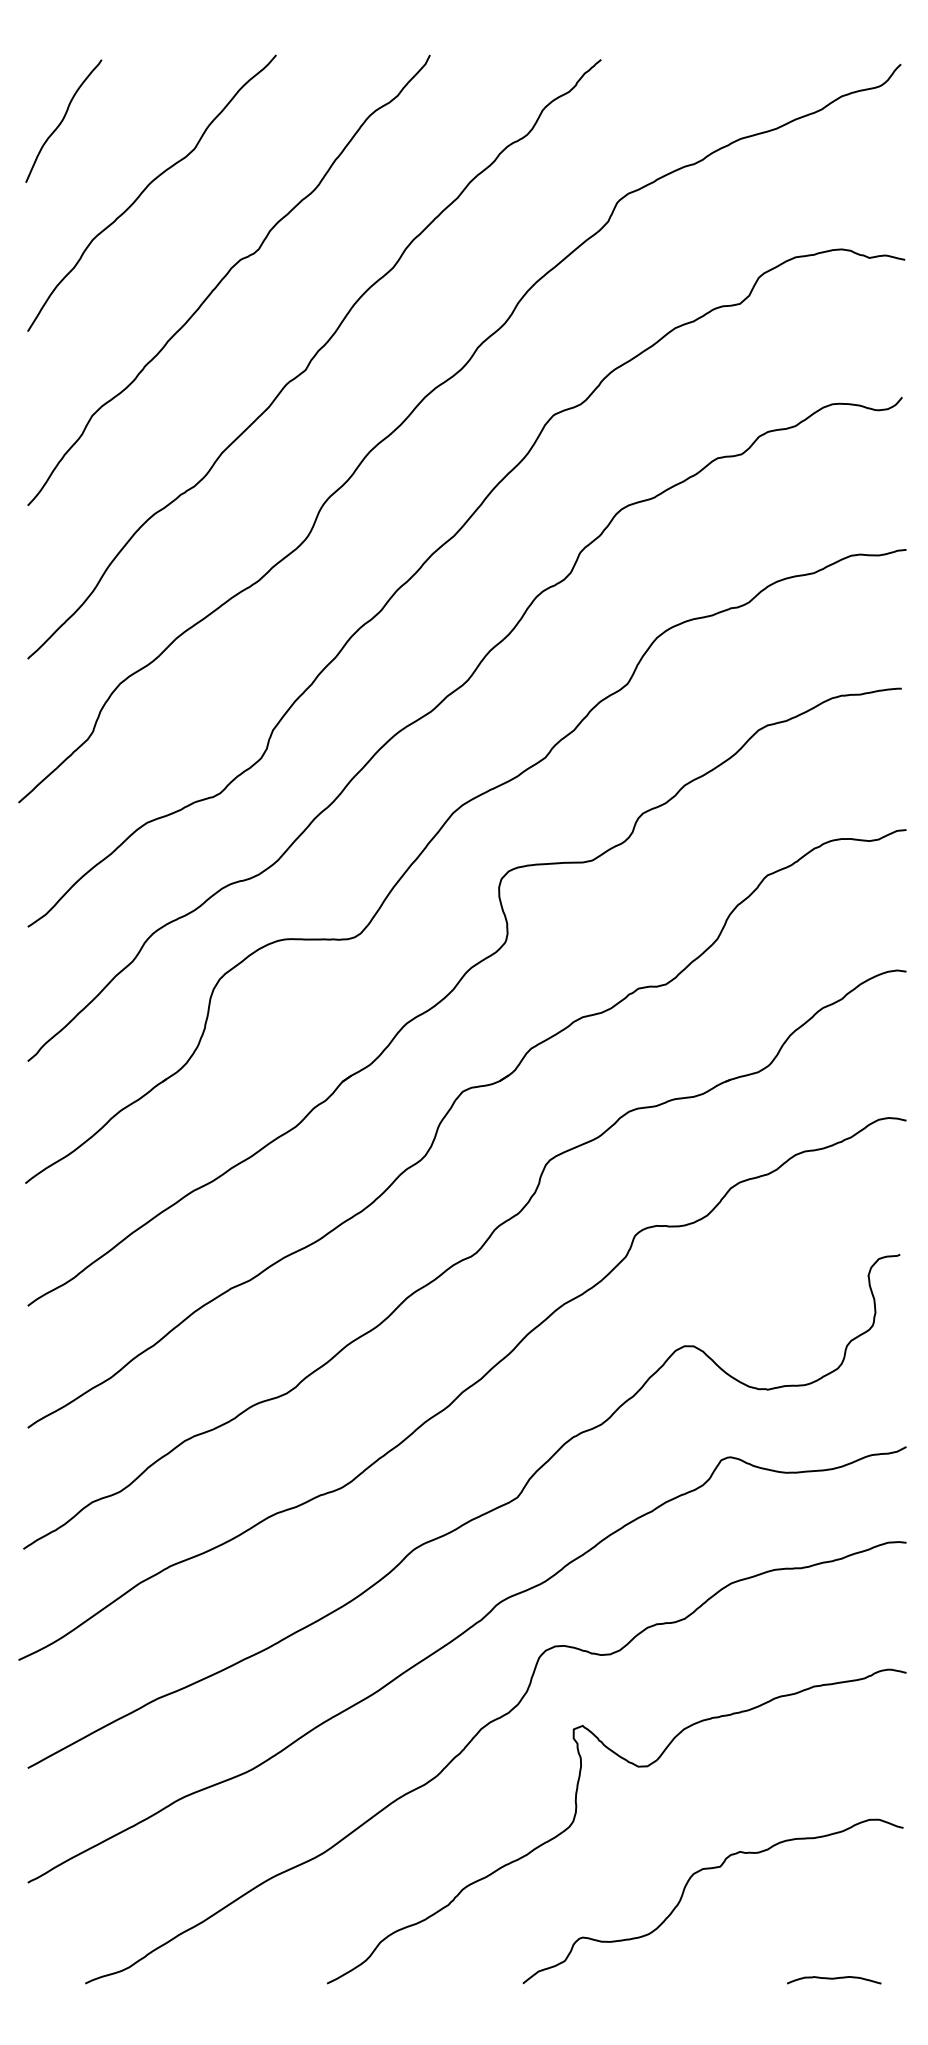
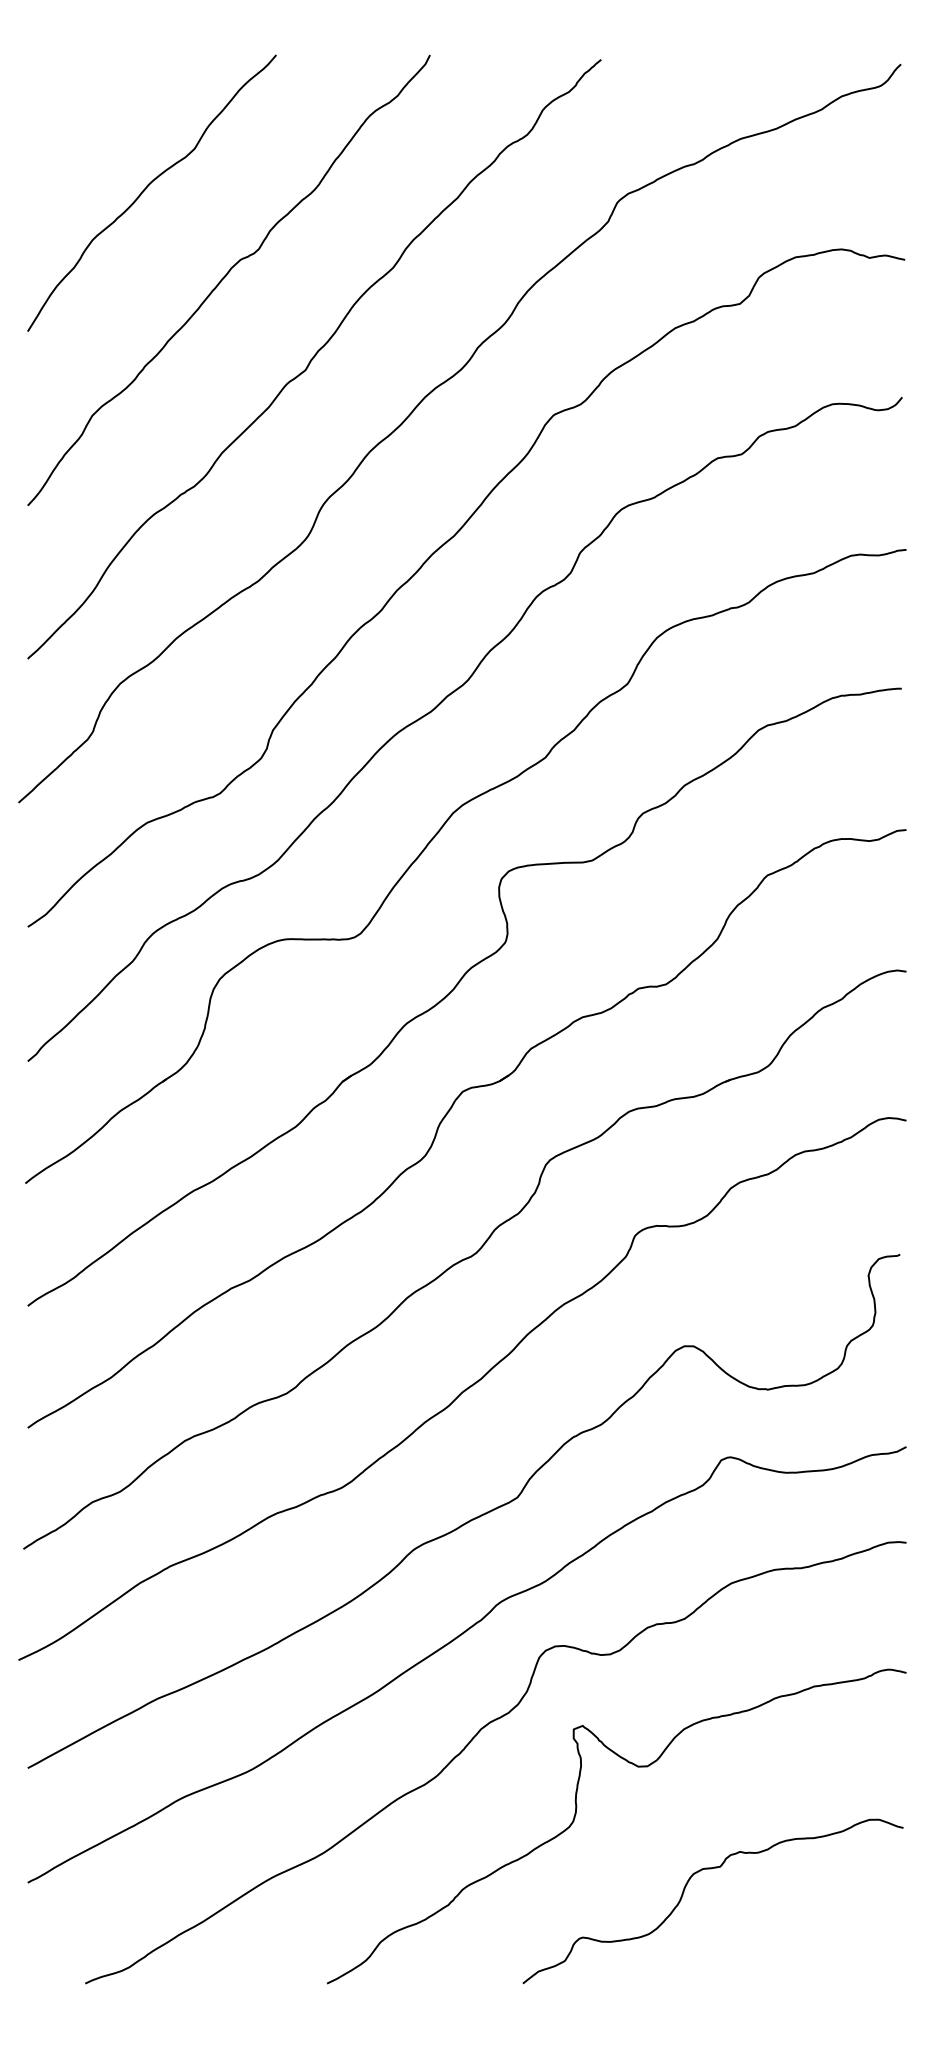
curve at (63, 120): present -> none
curve at (834, 1979): present -> none
